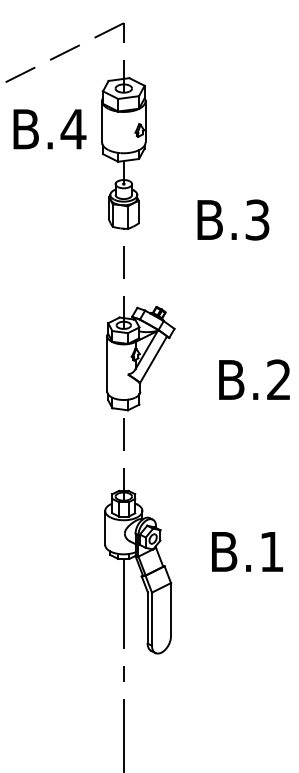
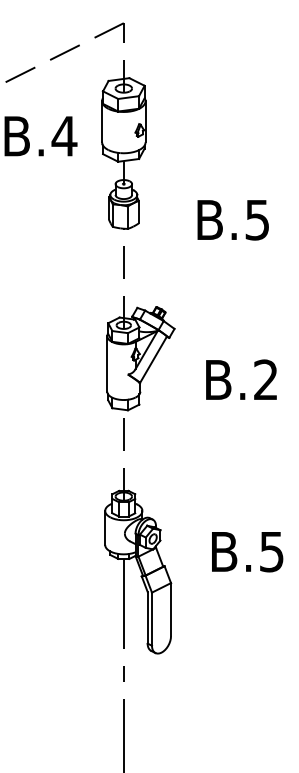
text at (49, 129) position: (49, 129) -> (40, 136)
text at (257, 219): B.3 -> B.5
text at (254, 379) position: (254, 379) -> (241, 379)
text at (271, 552): B.1 -> B.5
